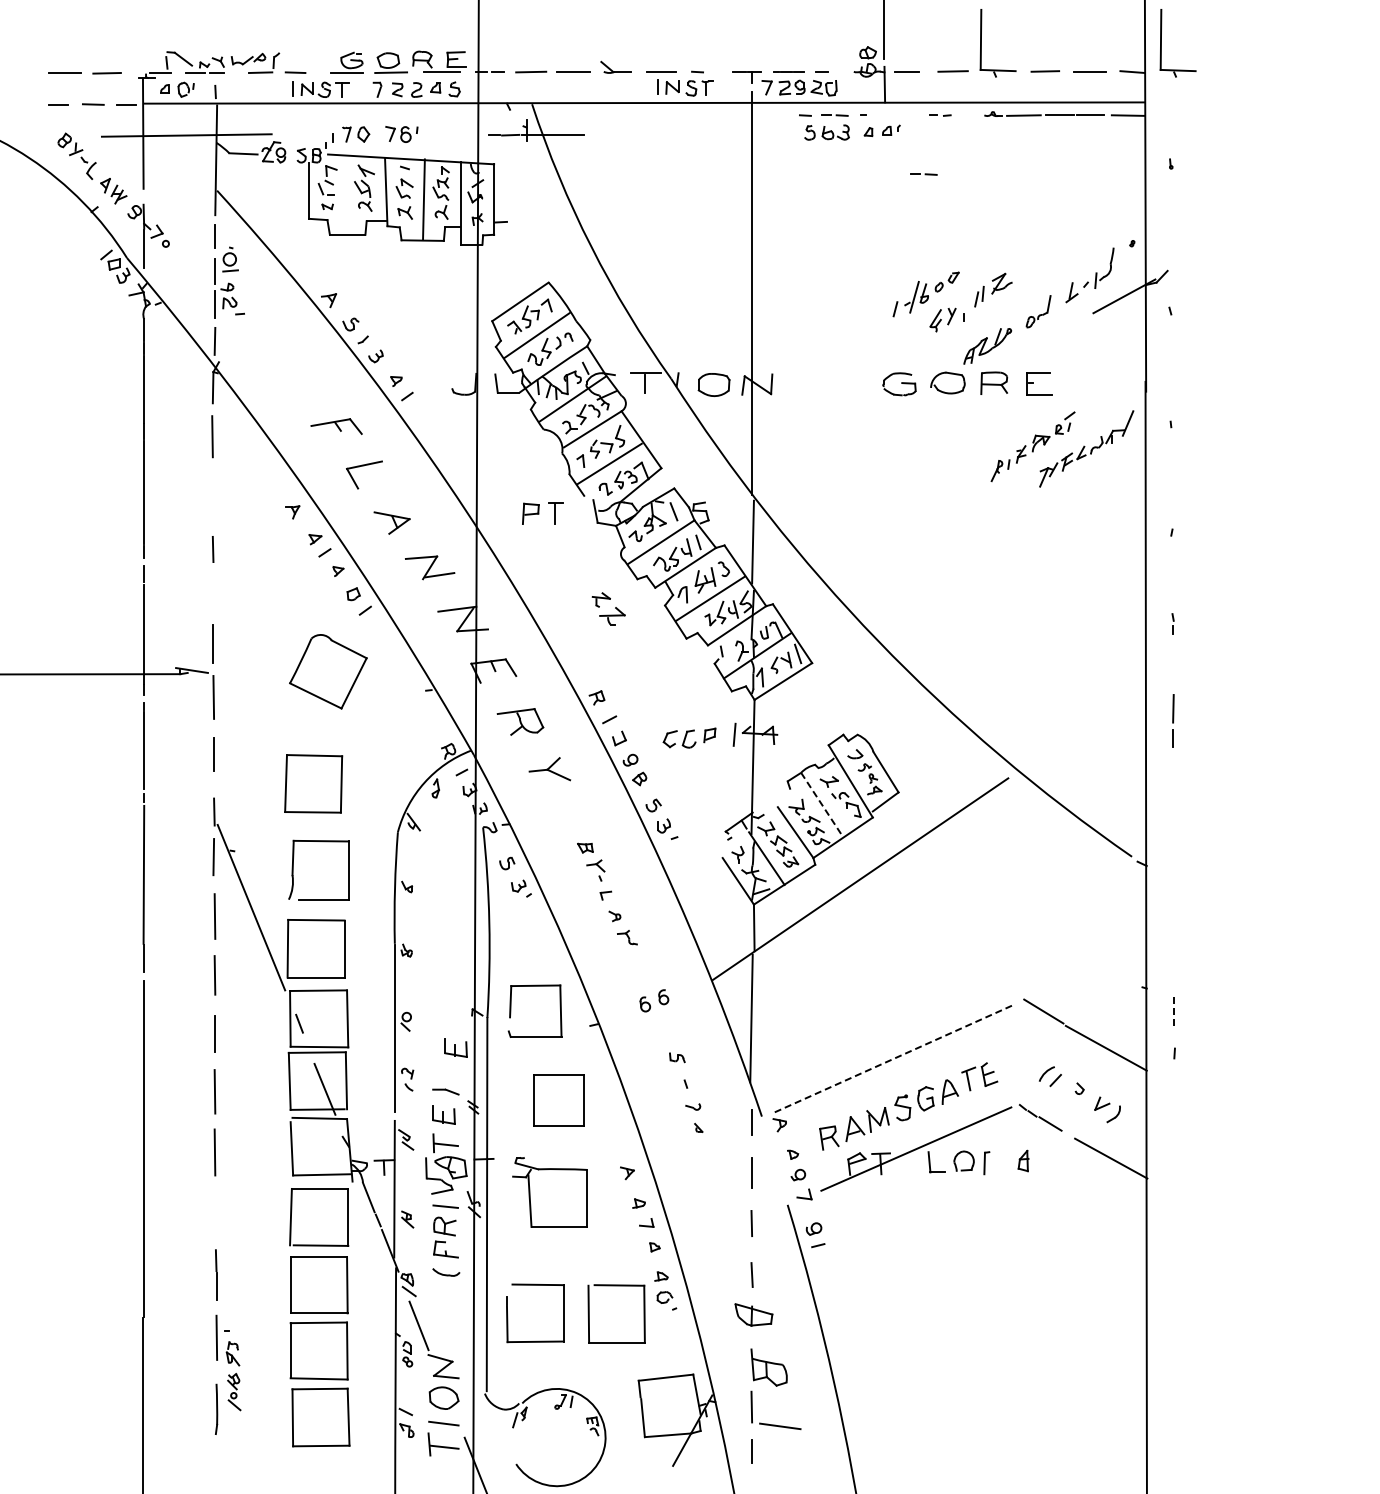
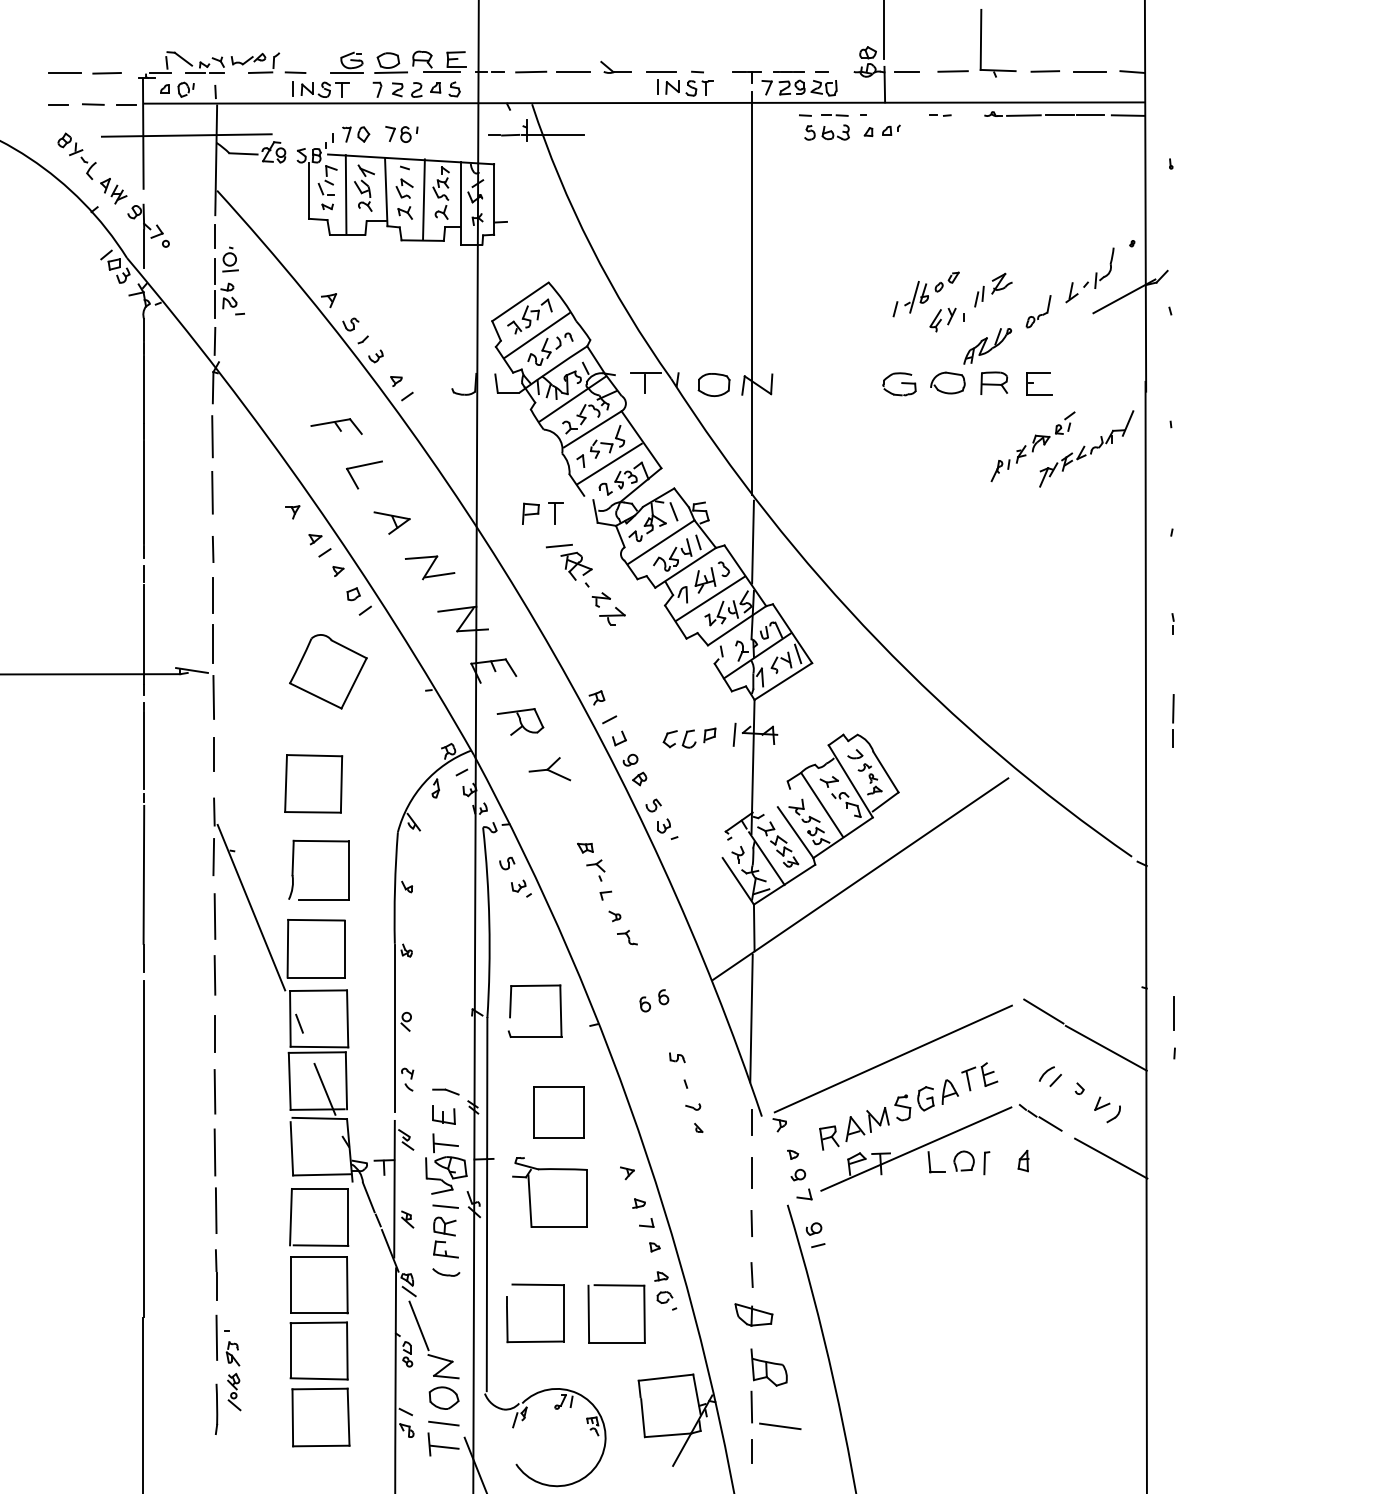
part at (1161, 43): present -> none
line at (924, 174): present -> none
line at (345, 194): none -> present
line at (212, 492): none -> present
part at (569, 565): none -> present
line at (213, 594): none -> present
line at (822, 805): dashed -> solid
line at (1174, 1013): dashed -> solid
part at (455, 1047): present -> none
line at (893, 1058): dashed -> solid
part at (558, 1100) position: (558, 1100) -> (558, 1112)
line at (215, 1210): none -> present
